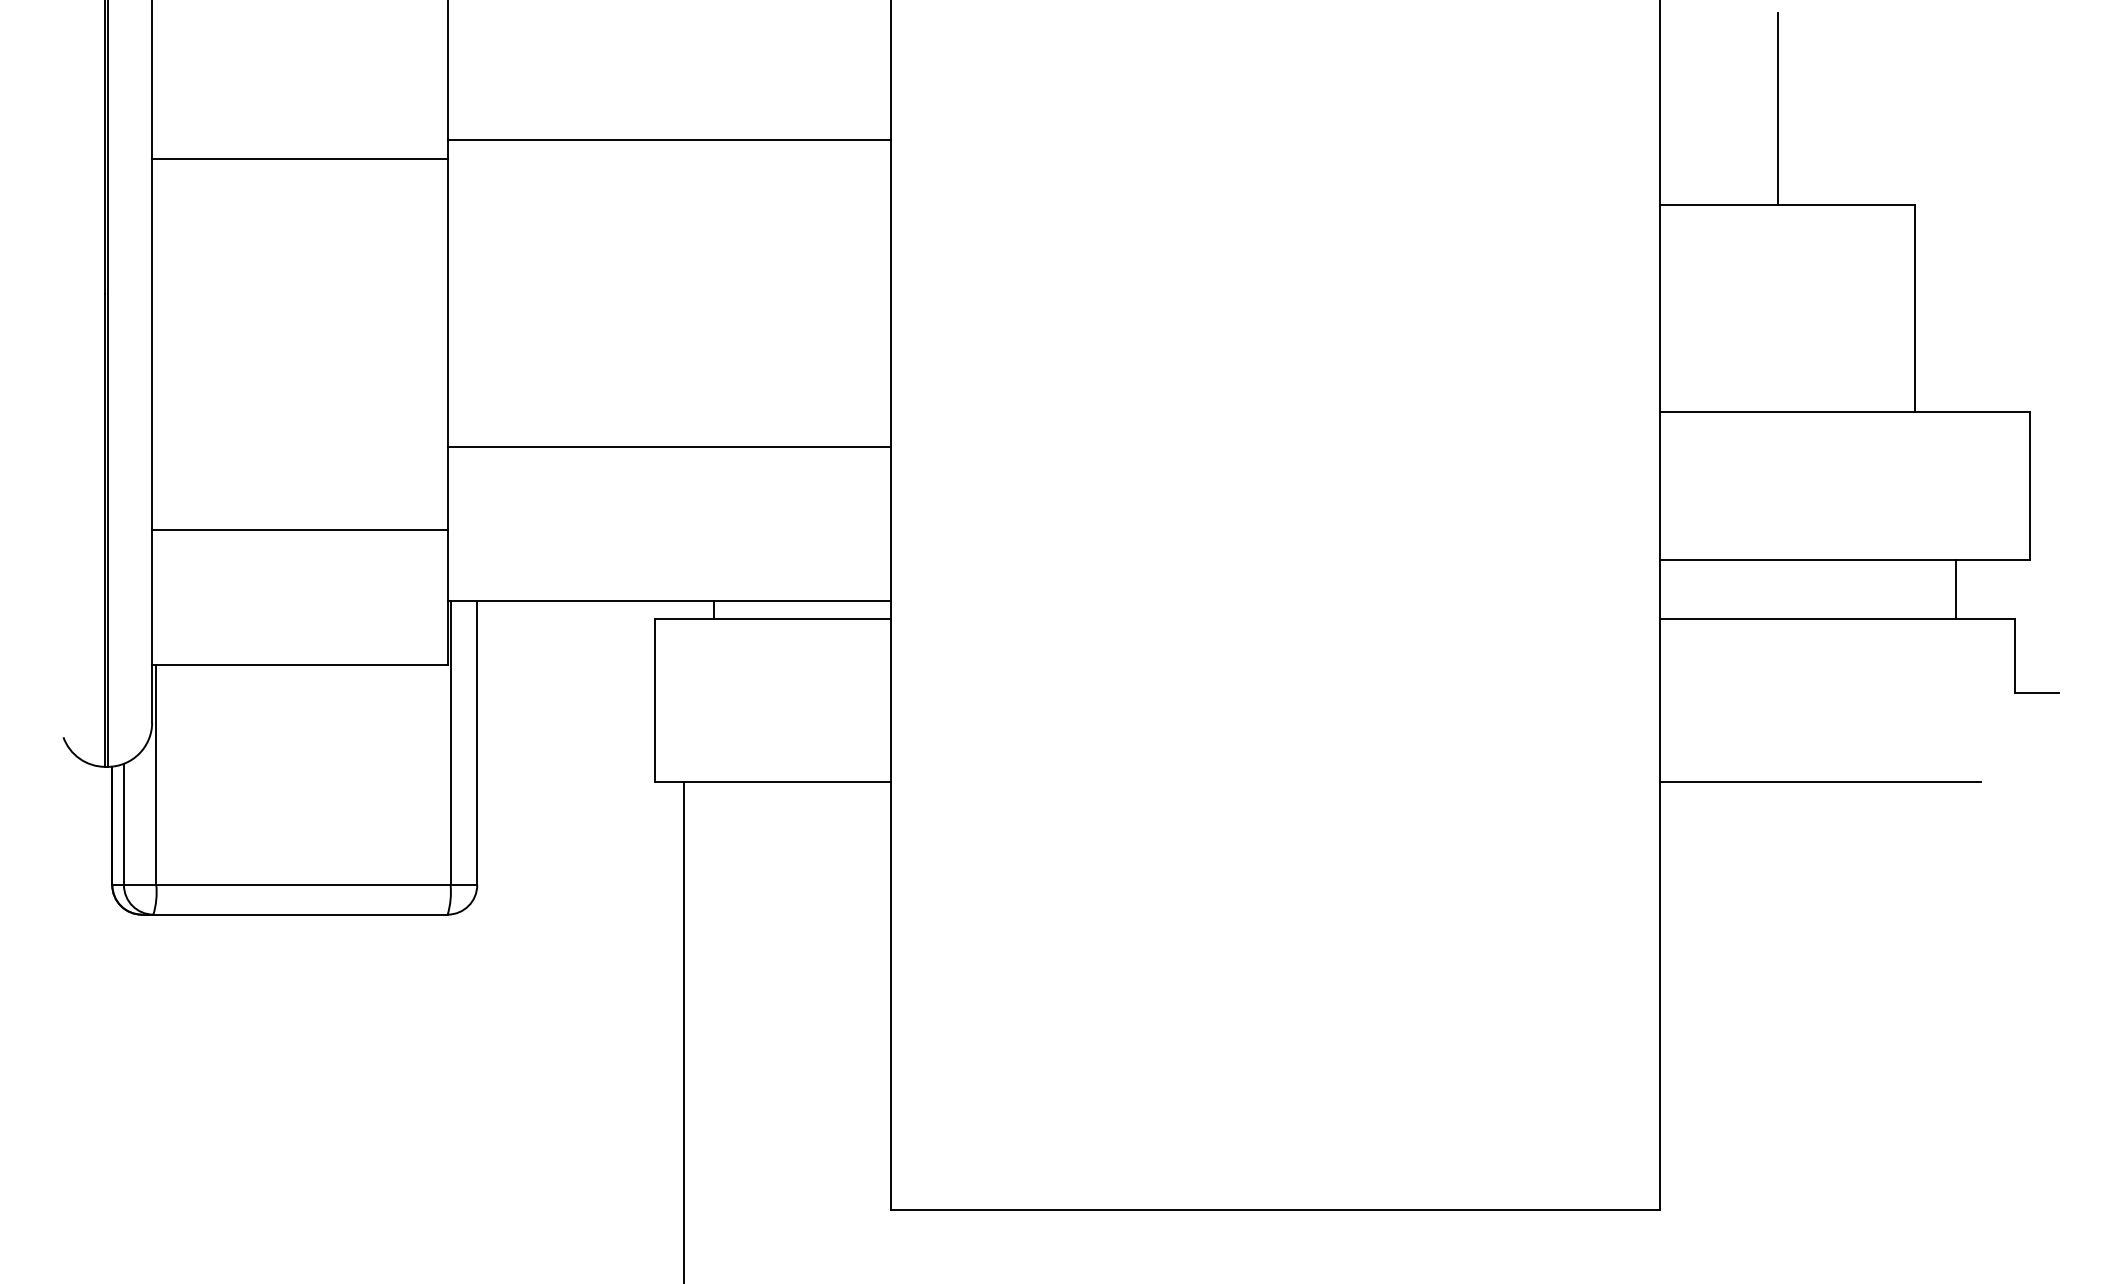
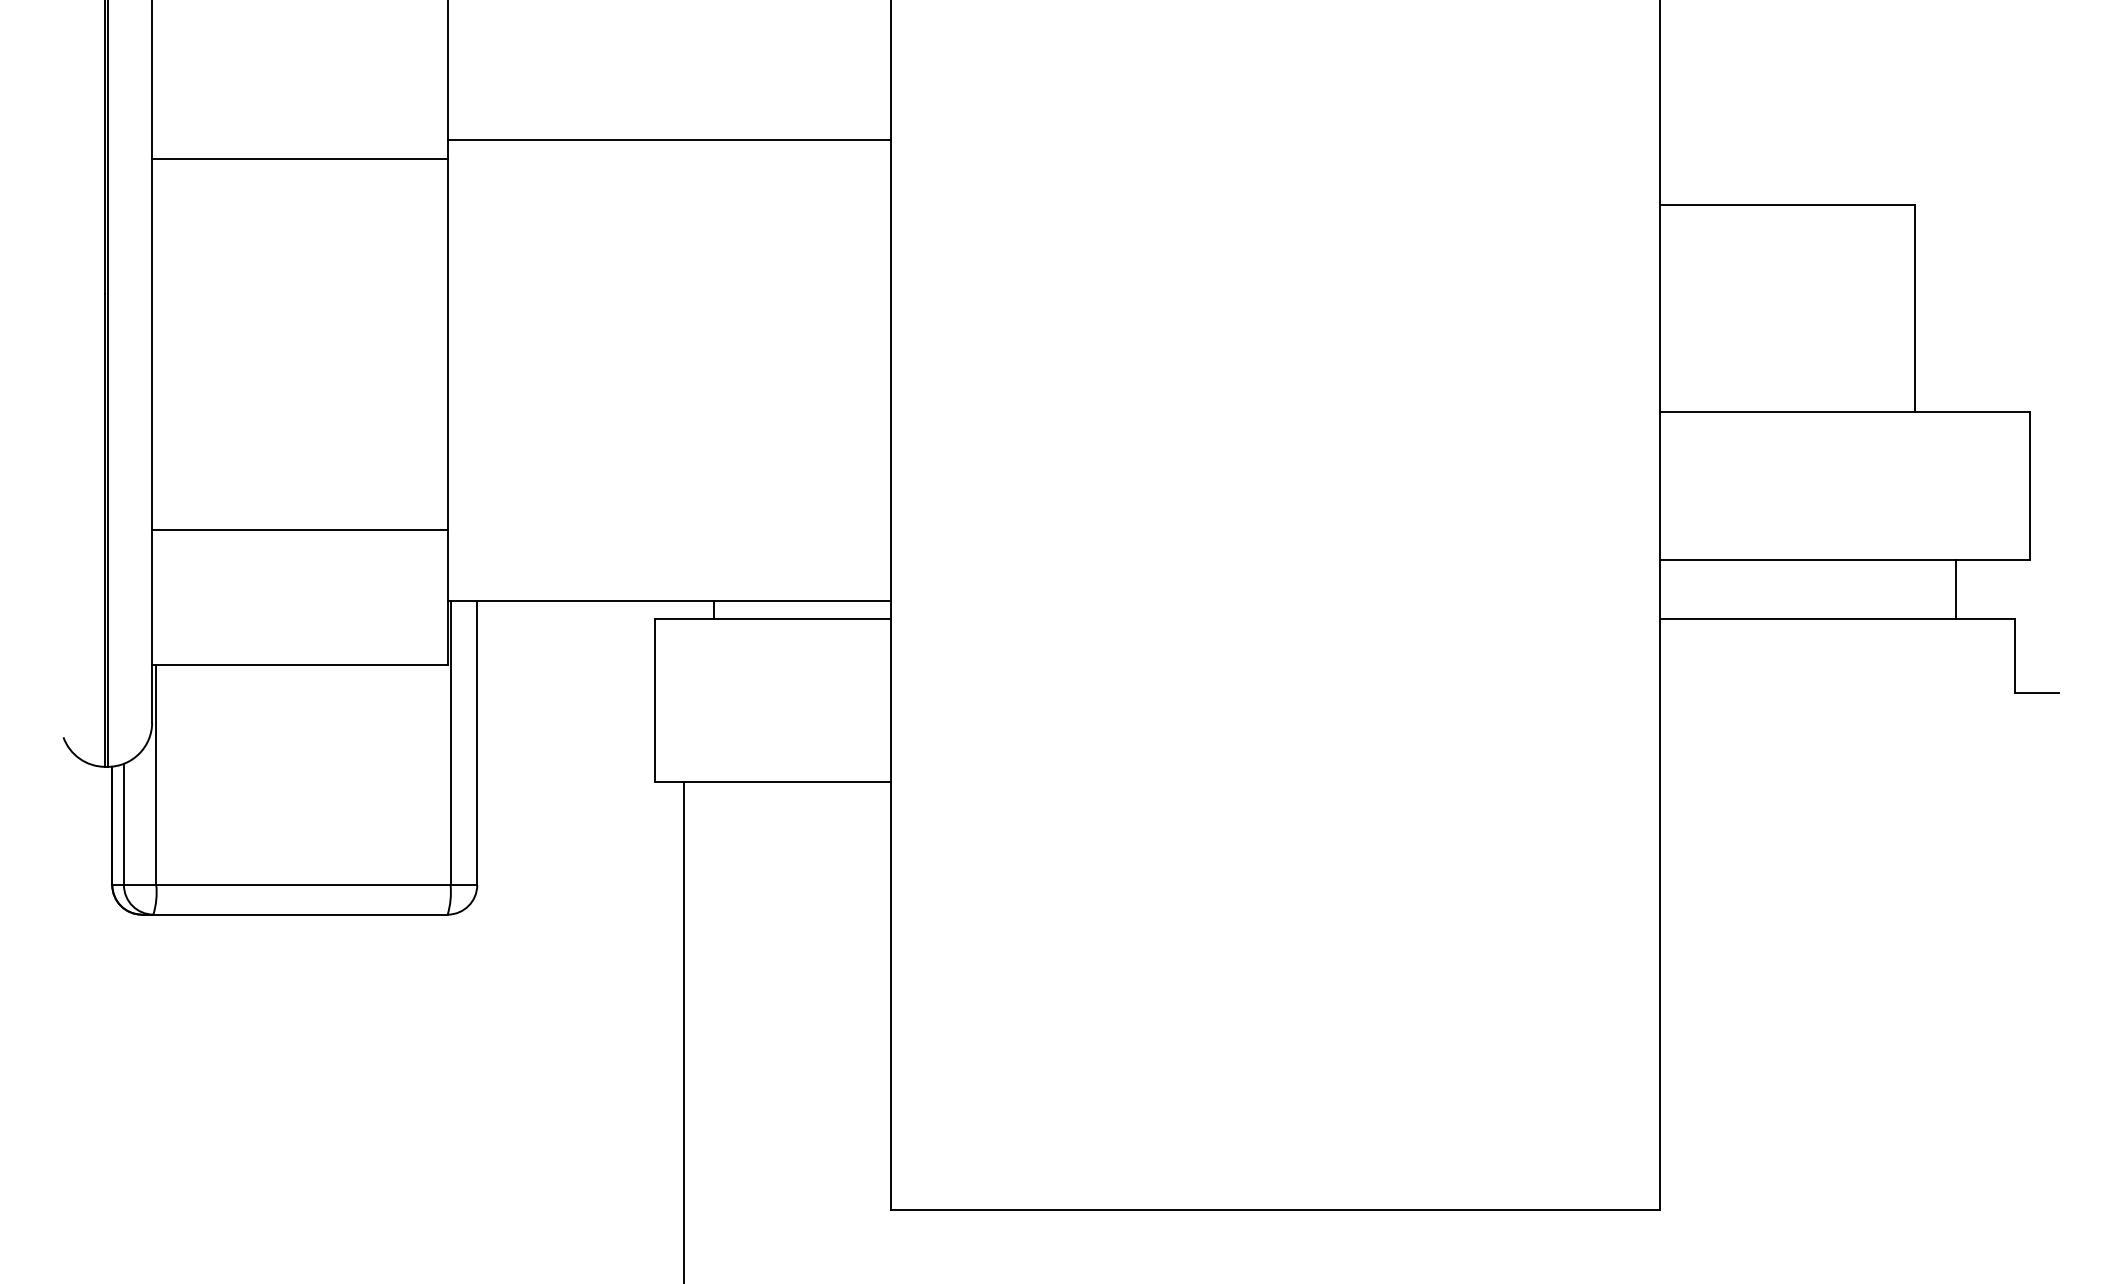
line at (1778, 108): present -> none
line at (669, 447): present -> none
line at (1820, 781): present -> none
